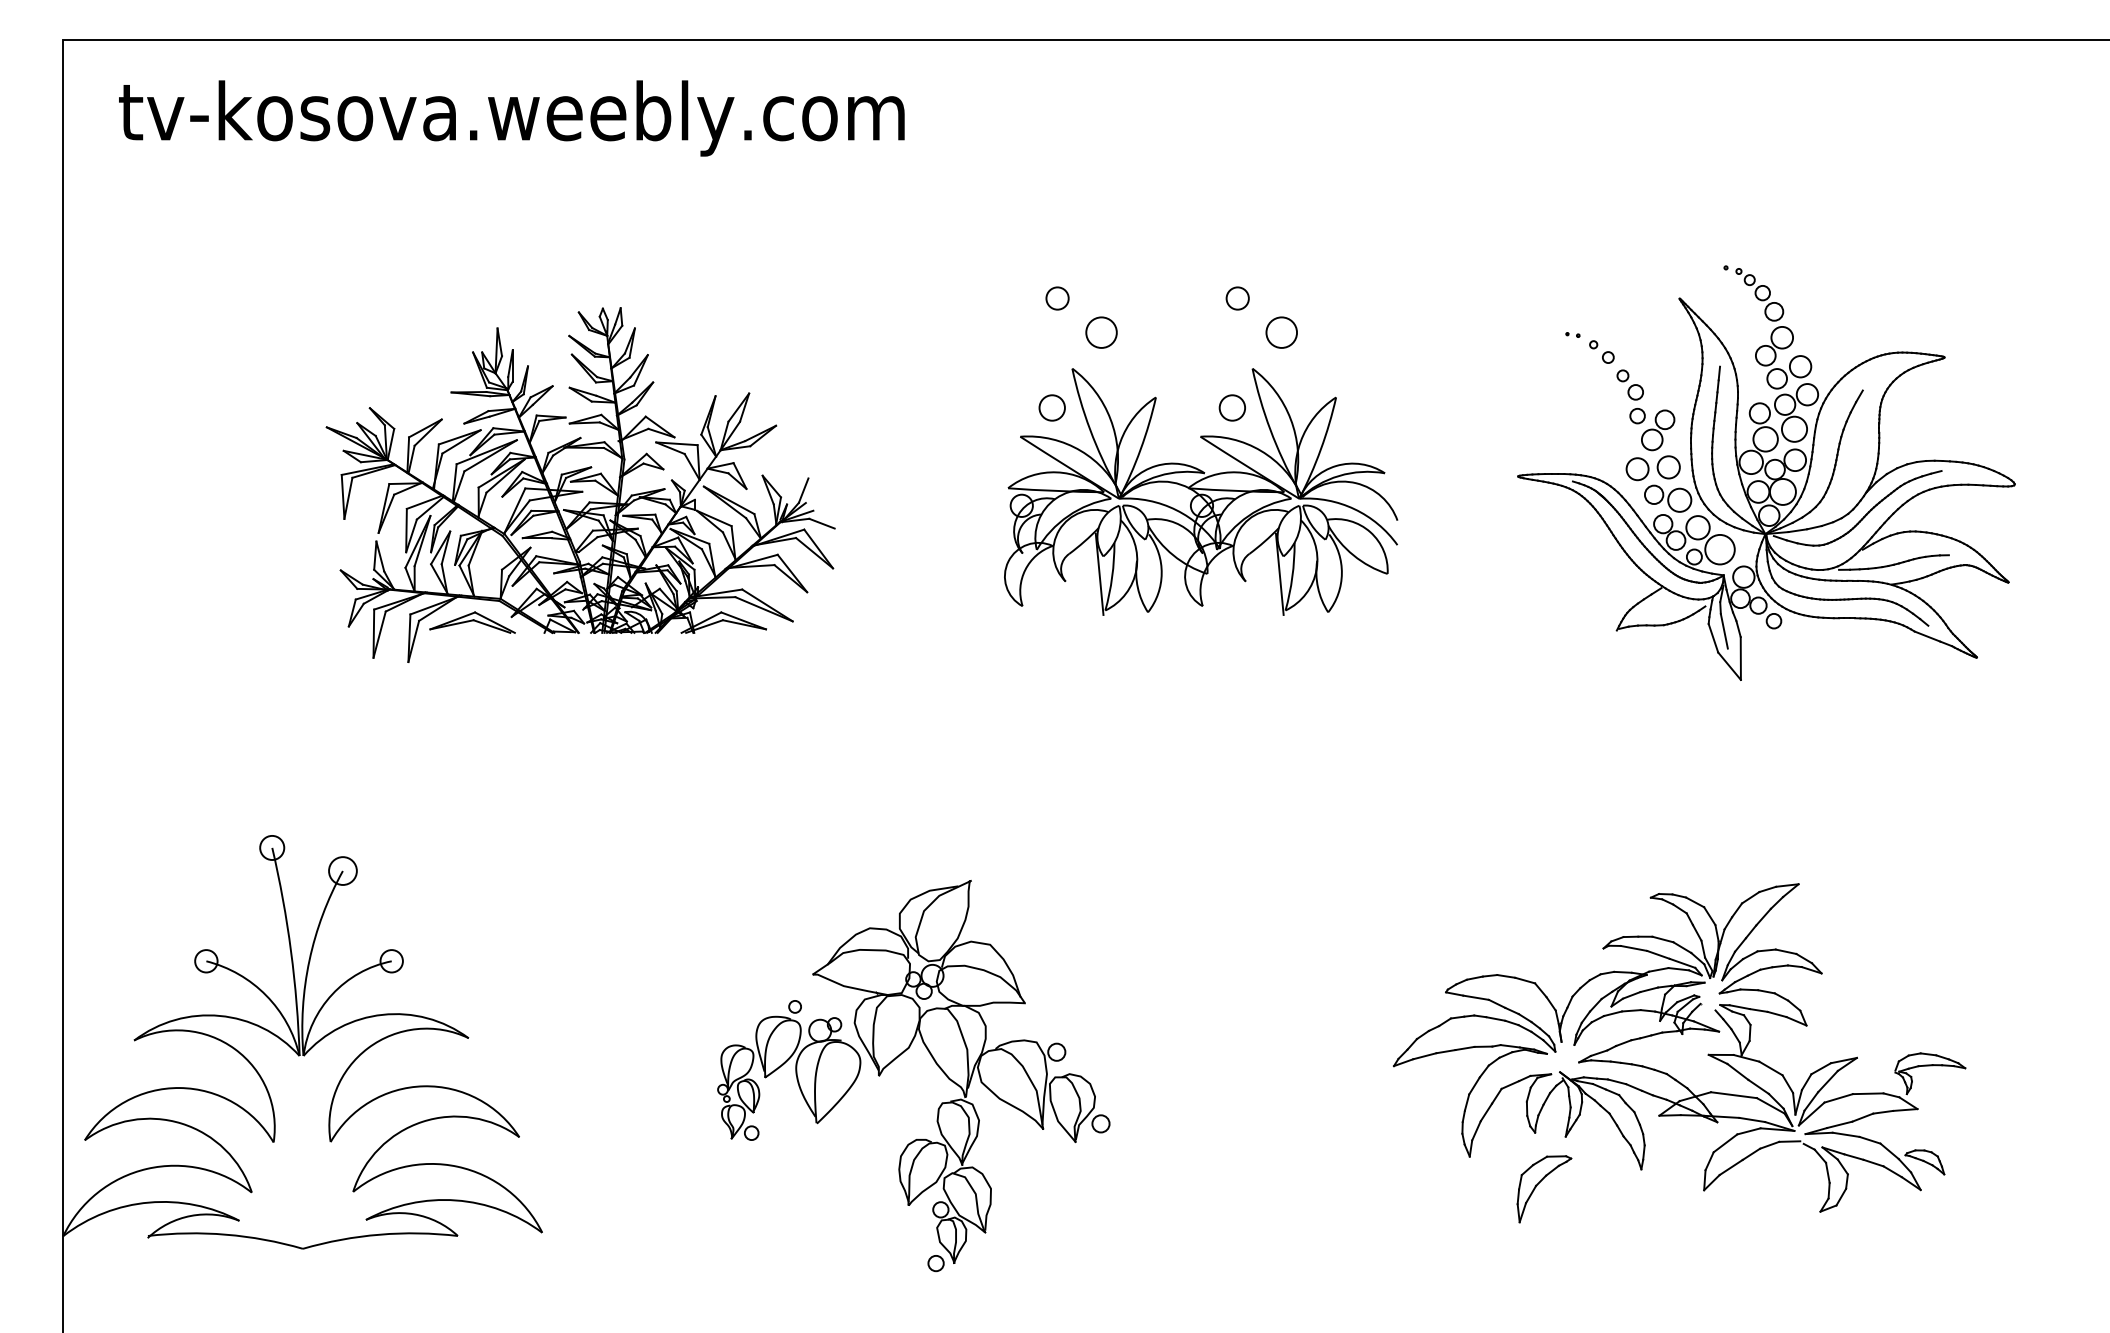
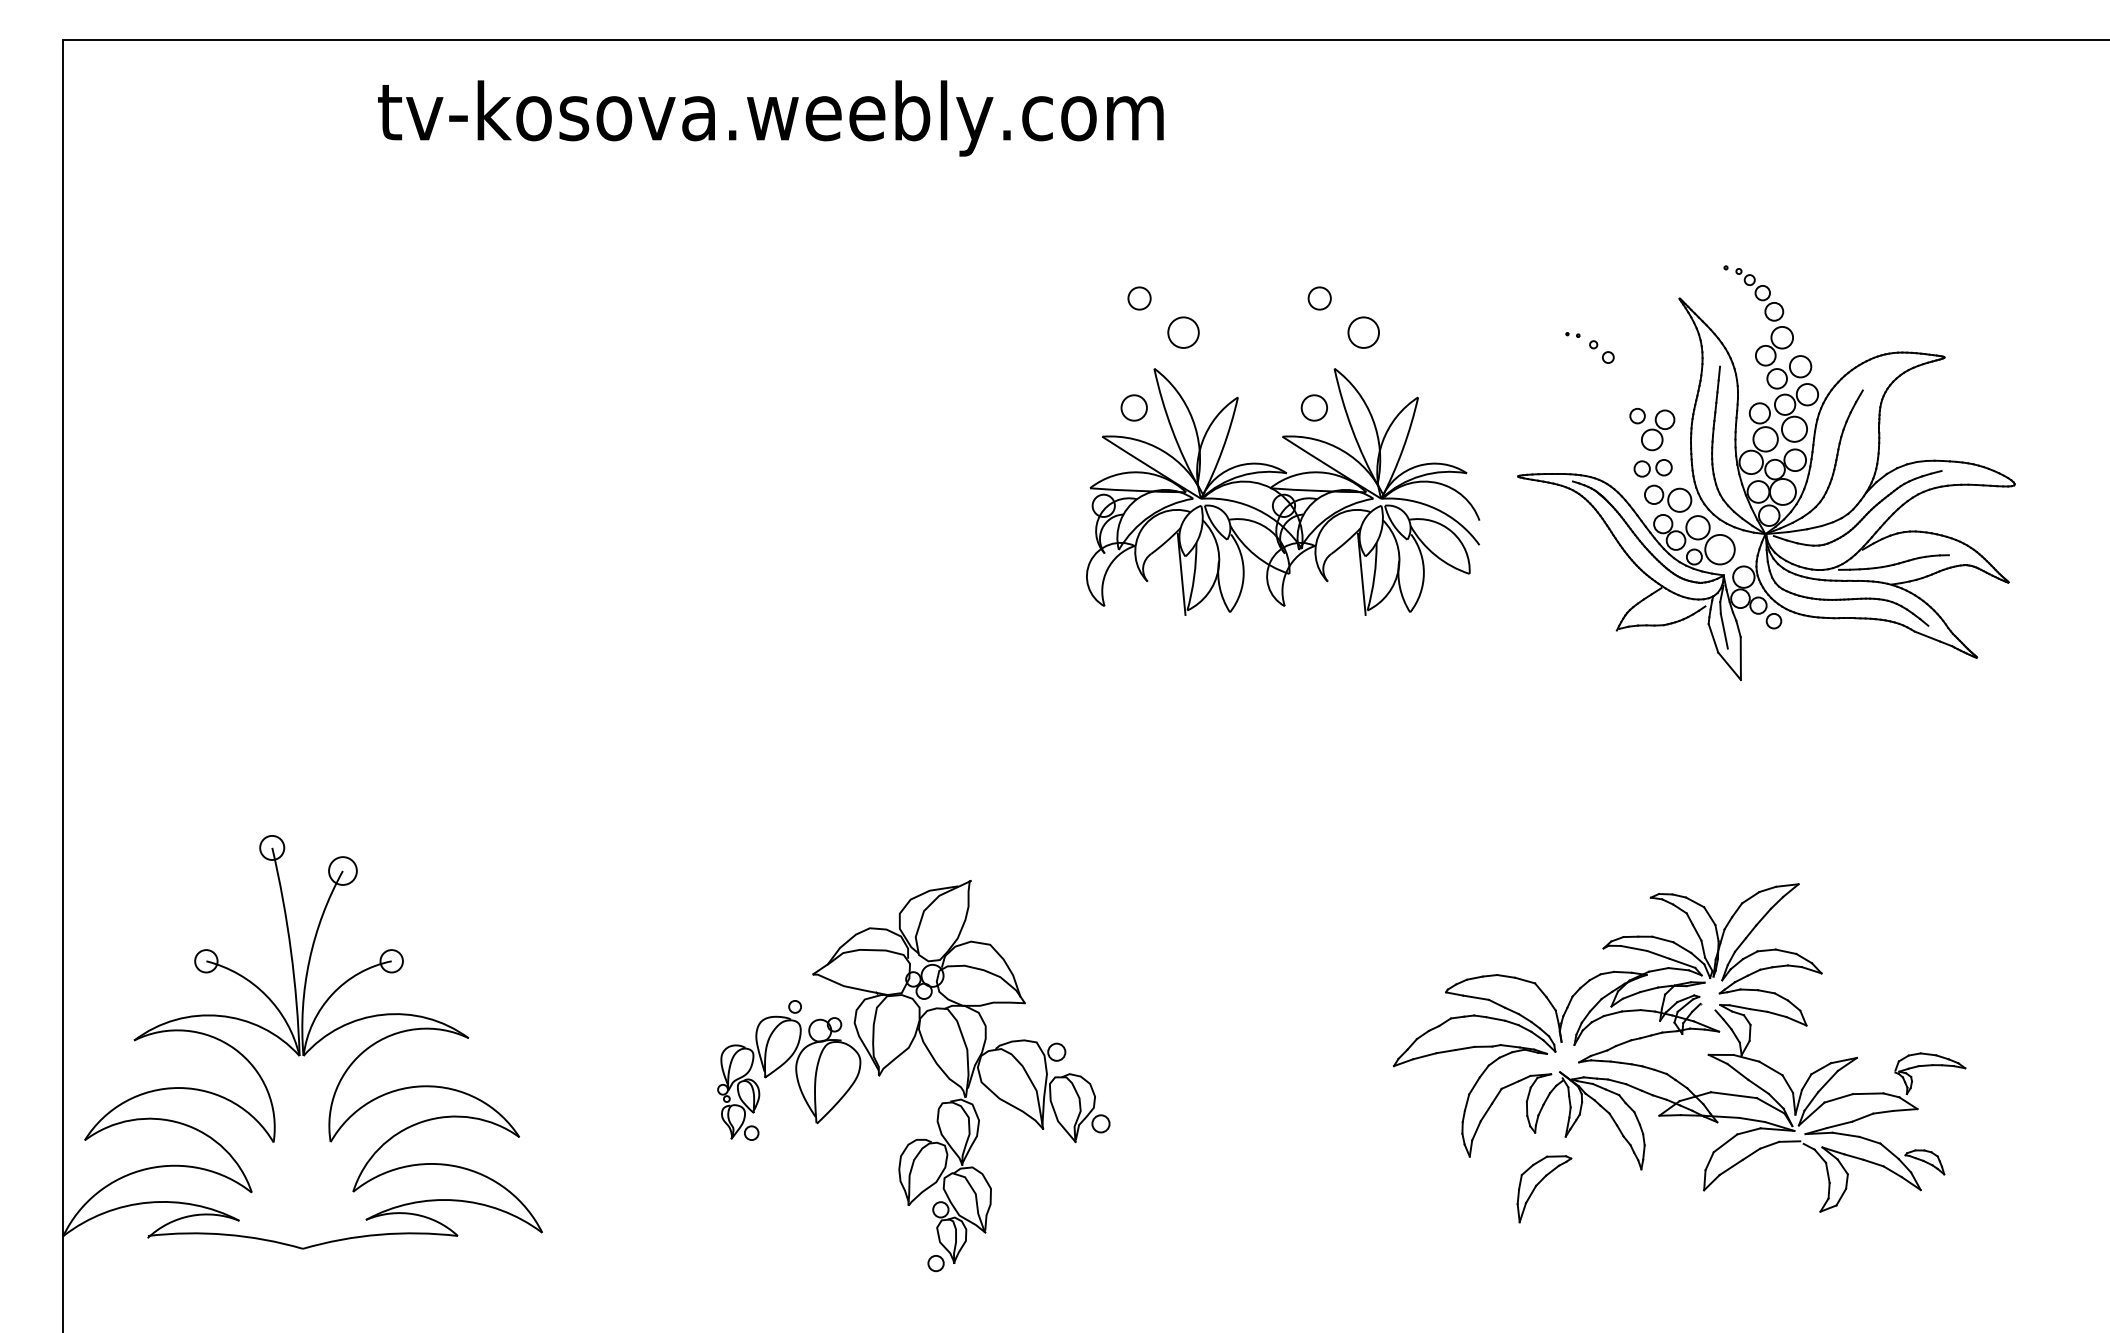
text at (511, 118) position: (511, 118) -> (770, 118)
part at (1629, 384): present -> none
part at (1205, 441) position: (1205, 441) -> (1287, 441)
part at (1652, 468) size: 56x27 px -> 40x19 px
part at (580, 484): present -> none
